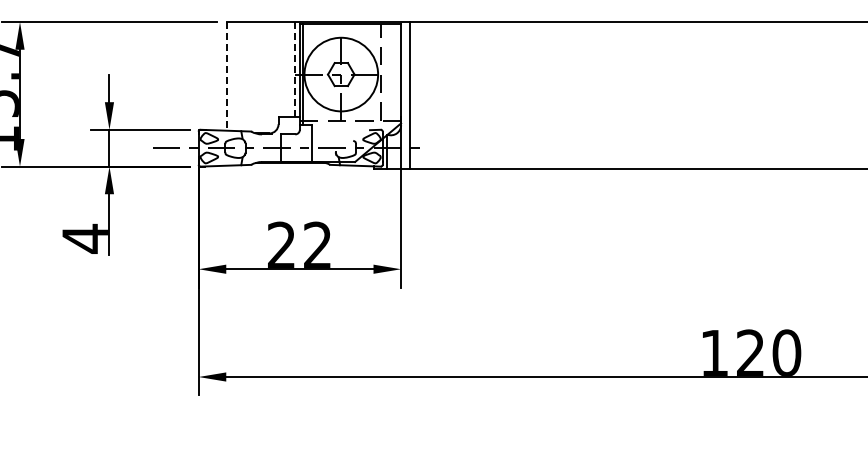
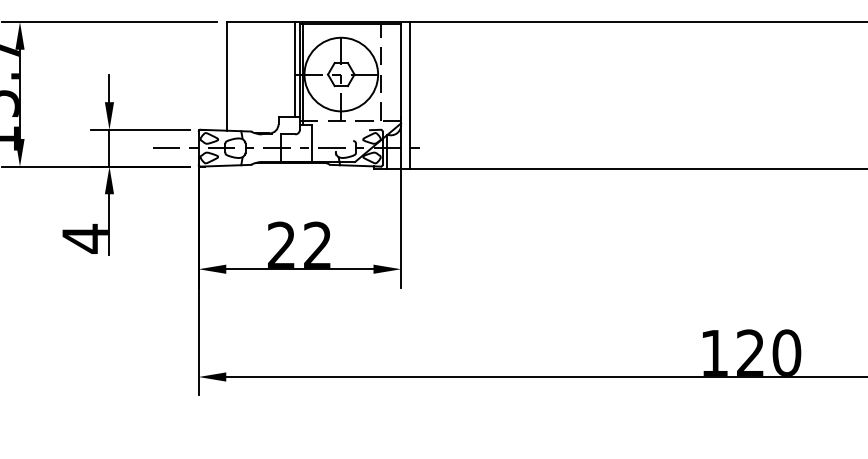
line at (295, 69): dashed -> solid
line at (226, 76): dashed -> solid
